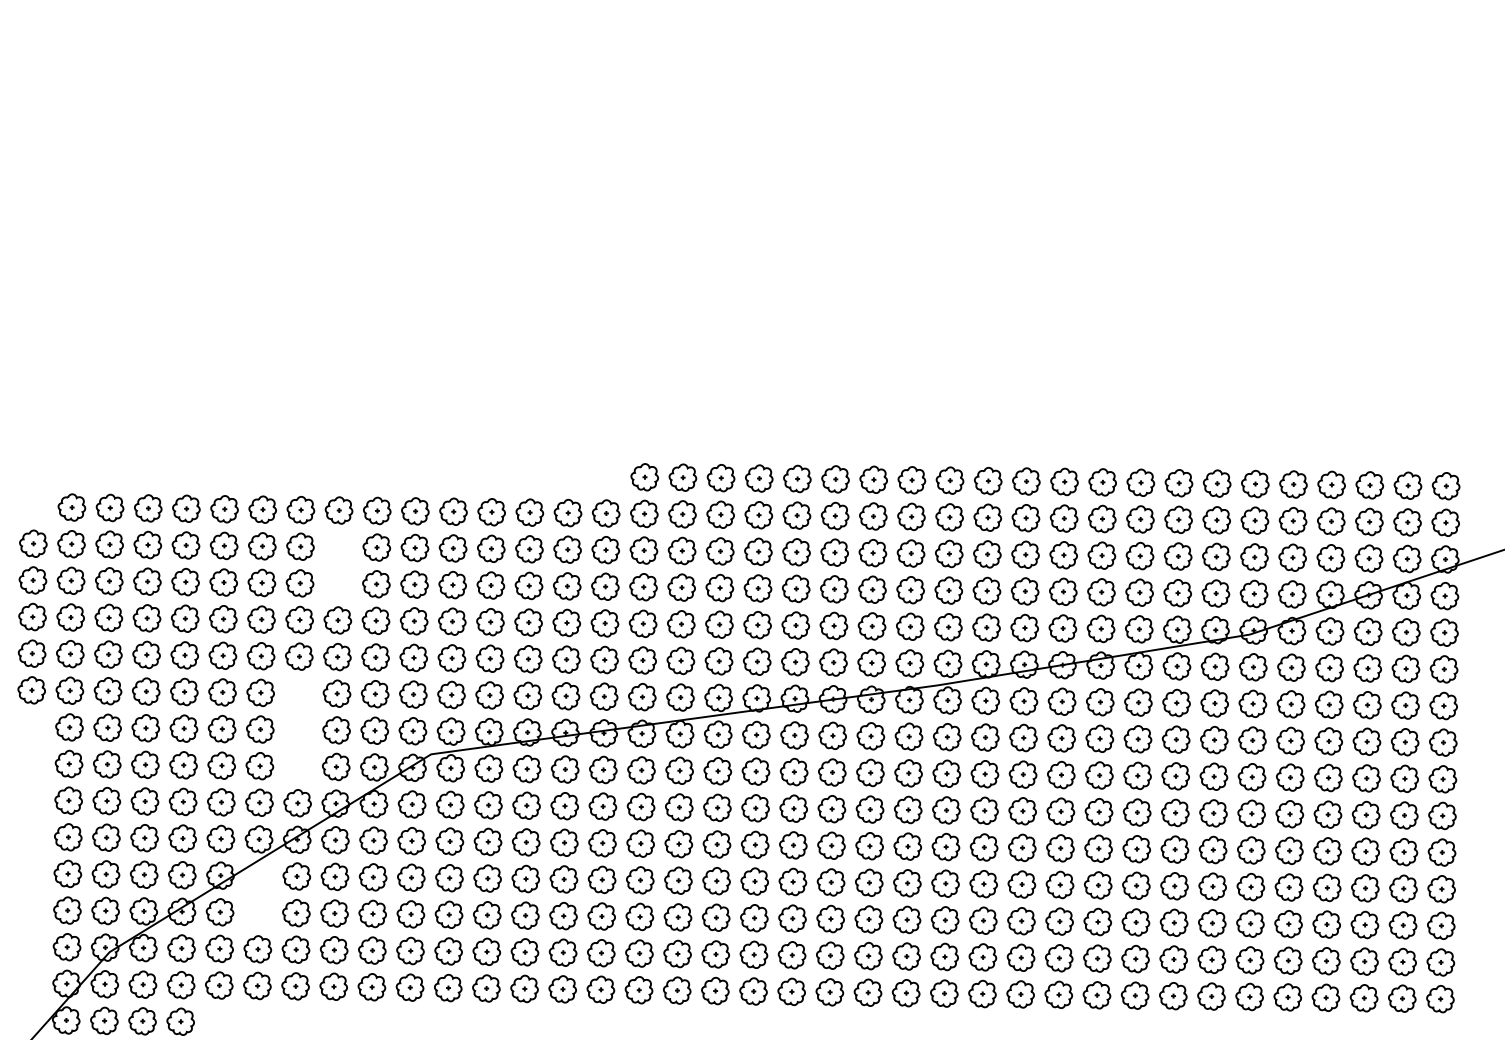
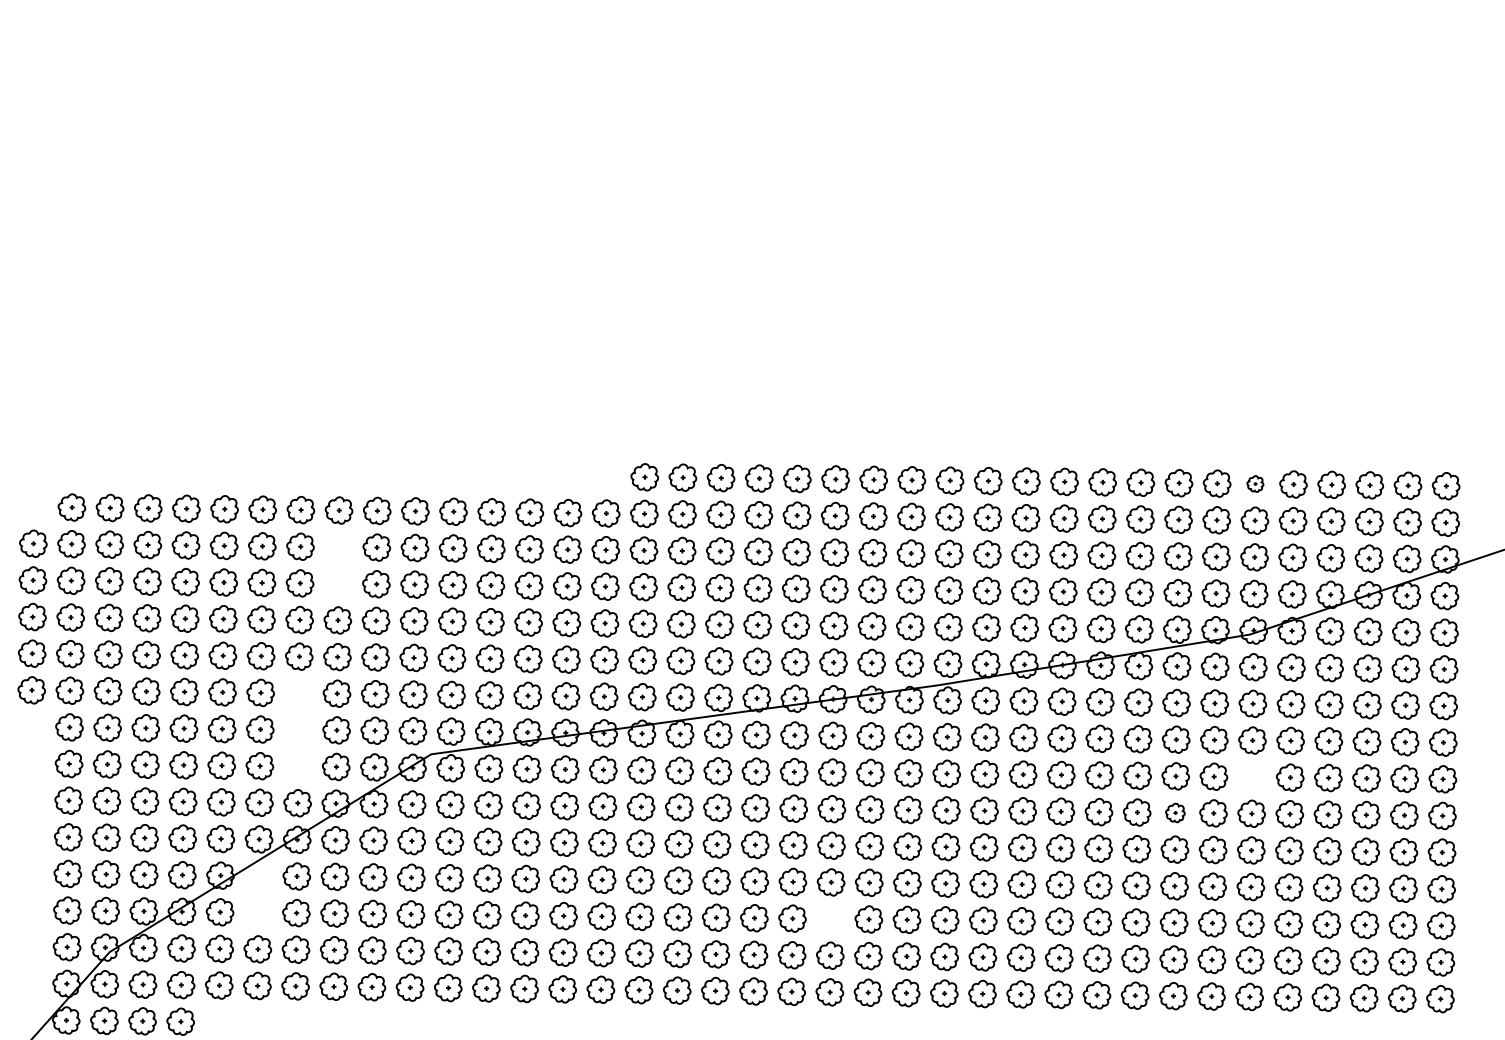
part at (1255, 483) size: 29x30 px -> 19x18 px
part at (1251, 777): present -> none
part at (1175, 812) size: 29x30 px -> 21x22 px
part at (830, 918): present -> none
